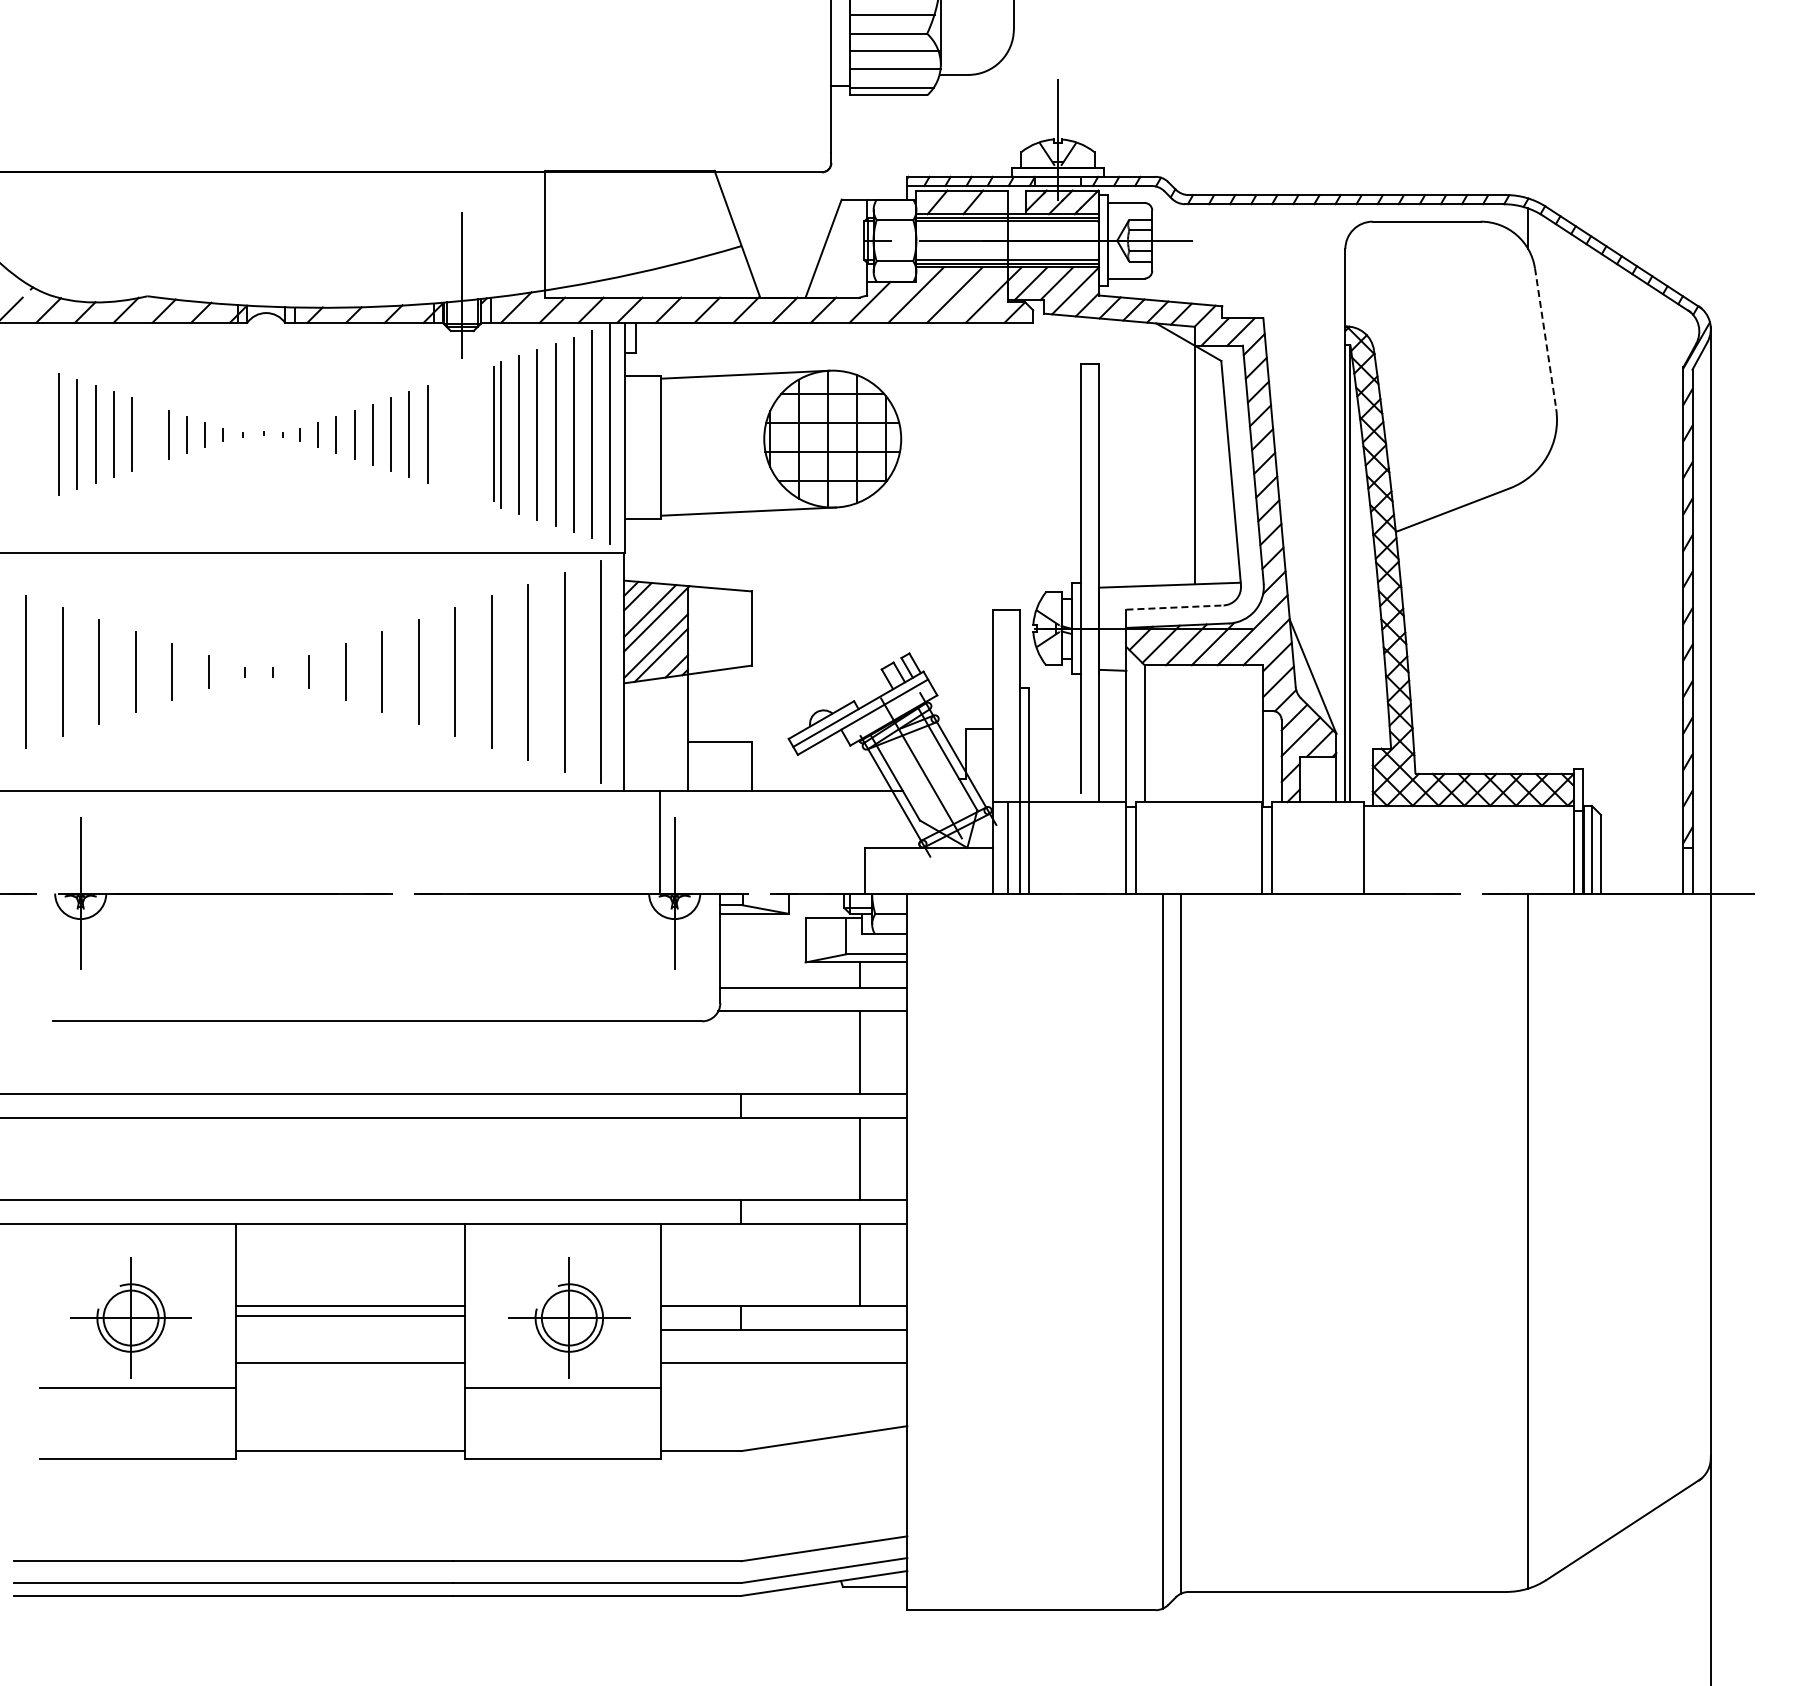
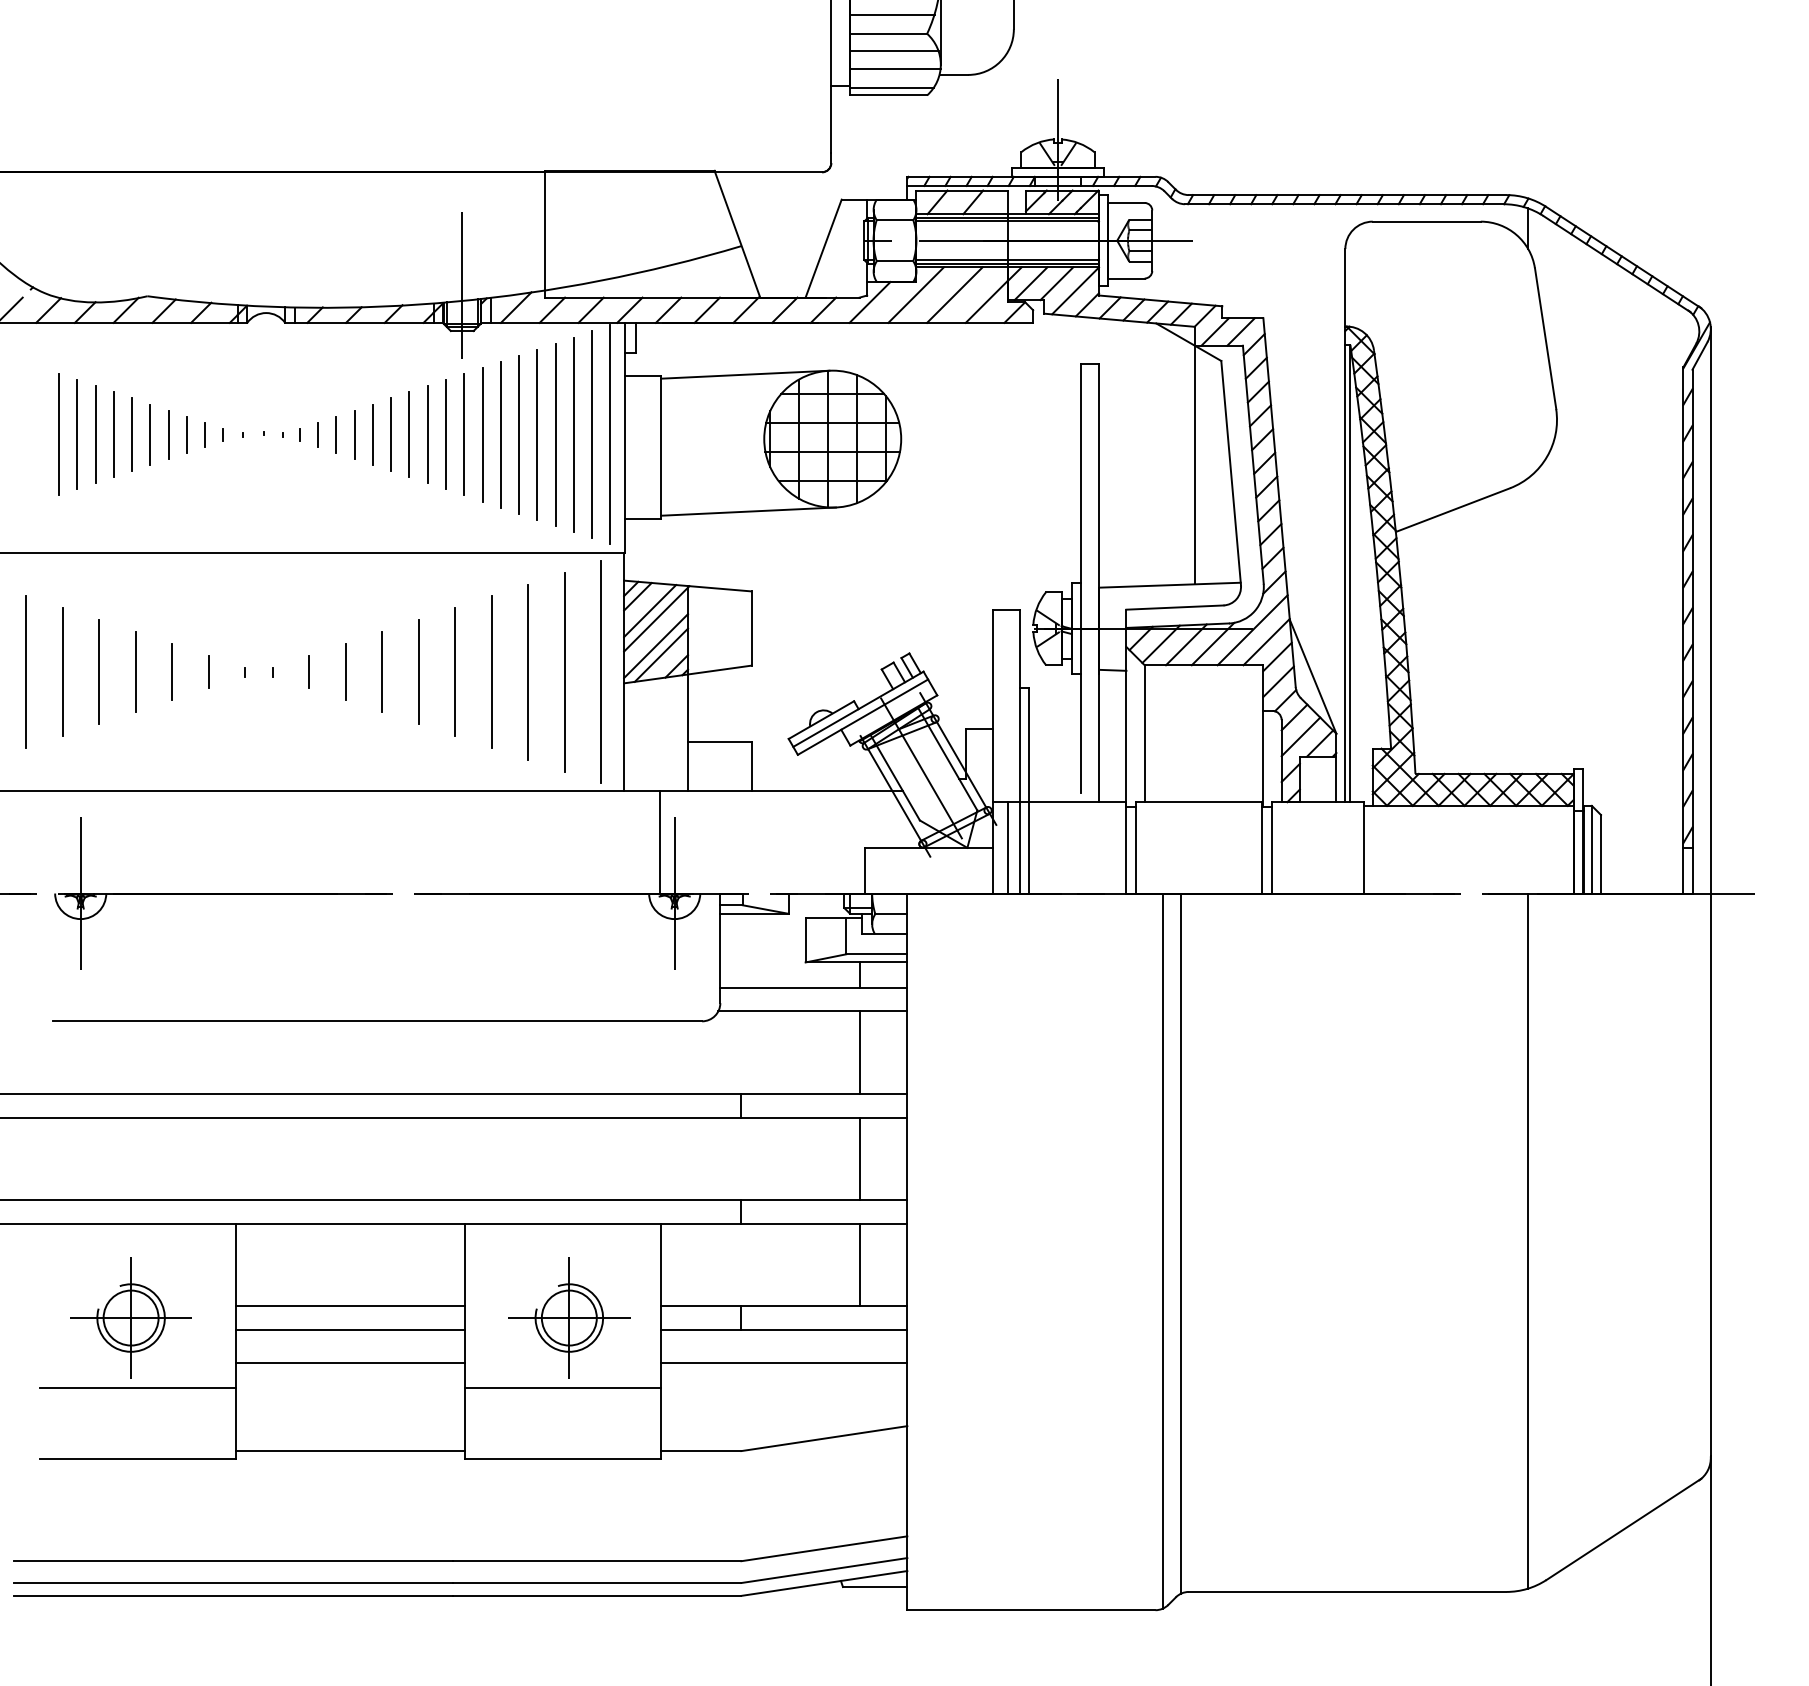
line at (1545, 339): dashed -> solid
line at (493, 433) position: (493, 433) -> (482, 434)
line at (150, 434): none -> present
line at (445, 434): none -> present
line at (463, 434): none -> present
line at (1175, 607): dashed -> solid
line at (349, 1315) position: (349, 1315) -> (349, 1329)
